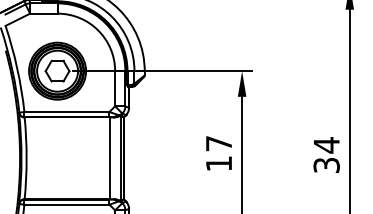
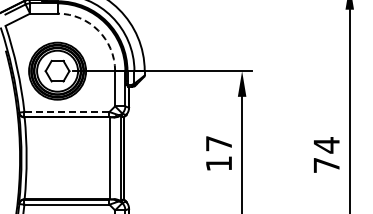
arc at (98, 30): solid -> dashed
line at (66, 112): solid -> dashed
text at (326, 165): 34 -> 74
